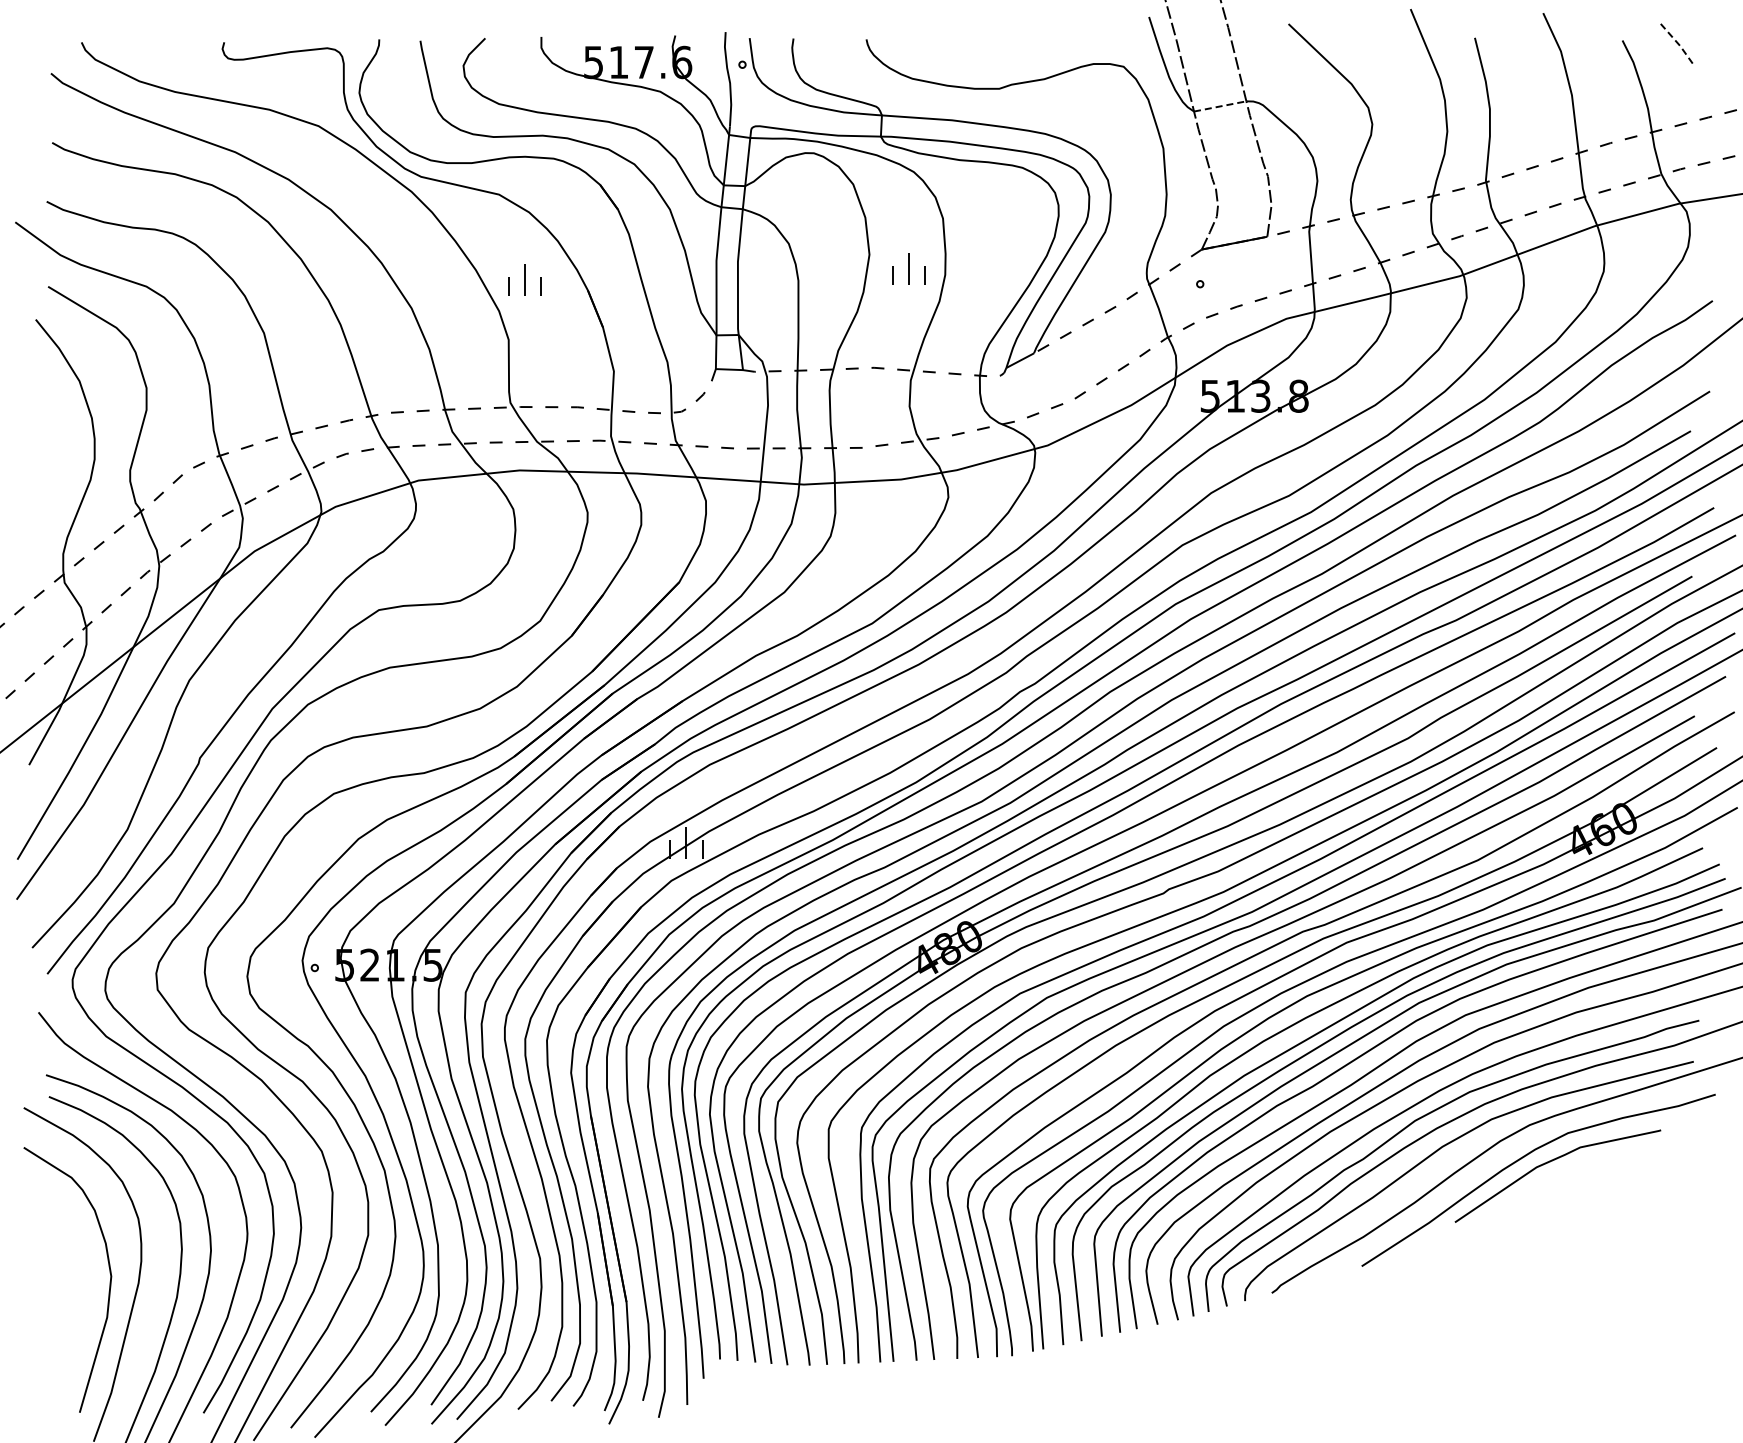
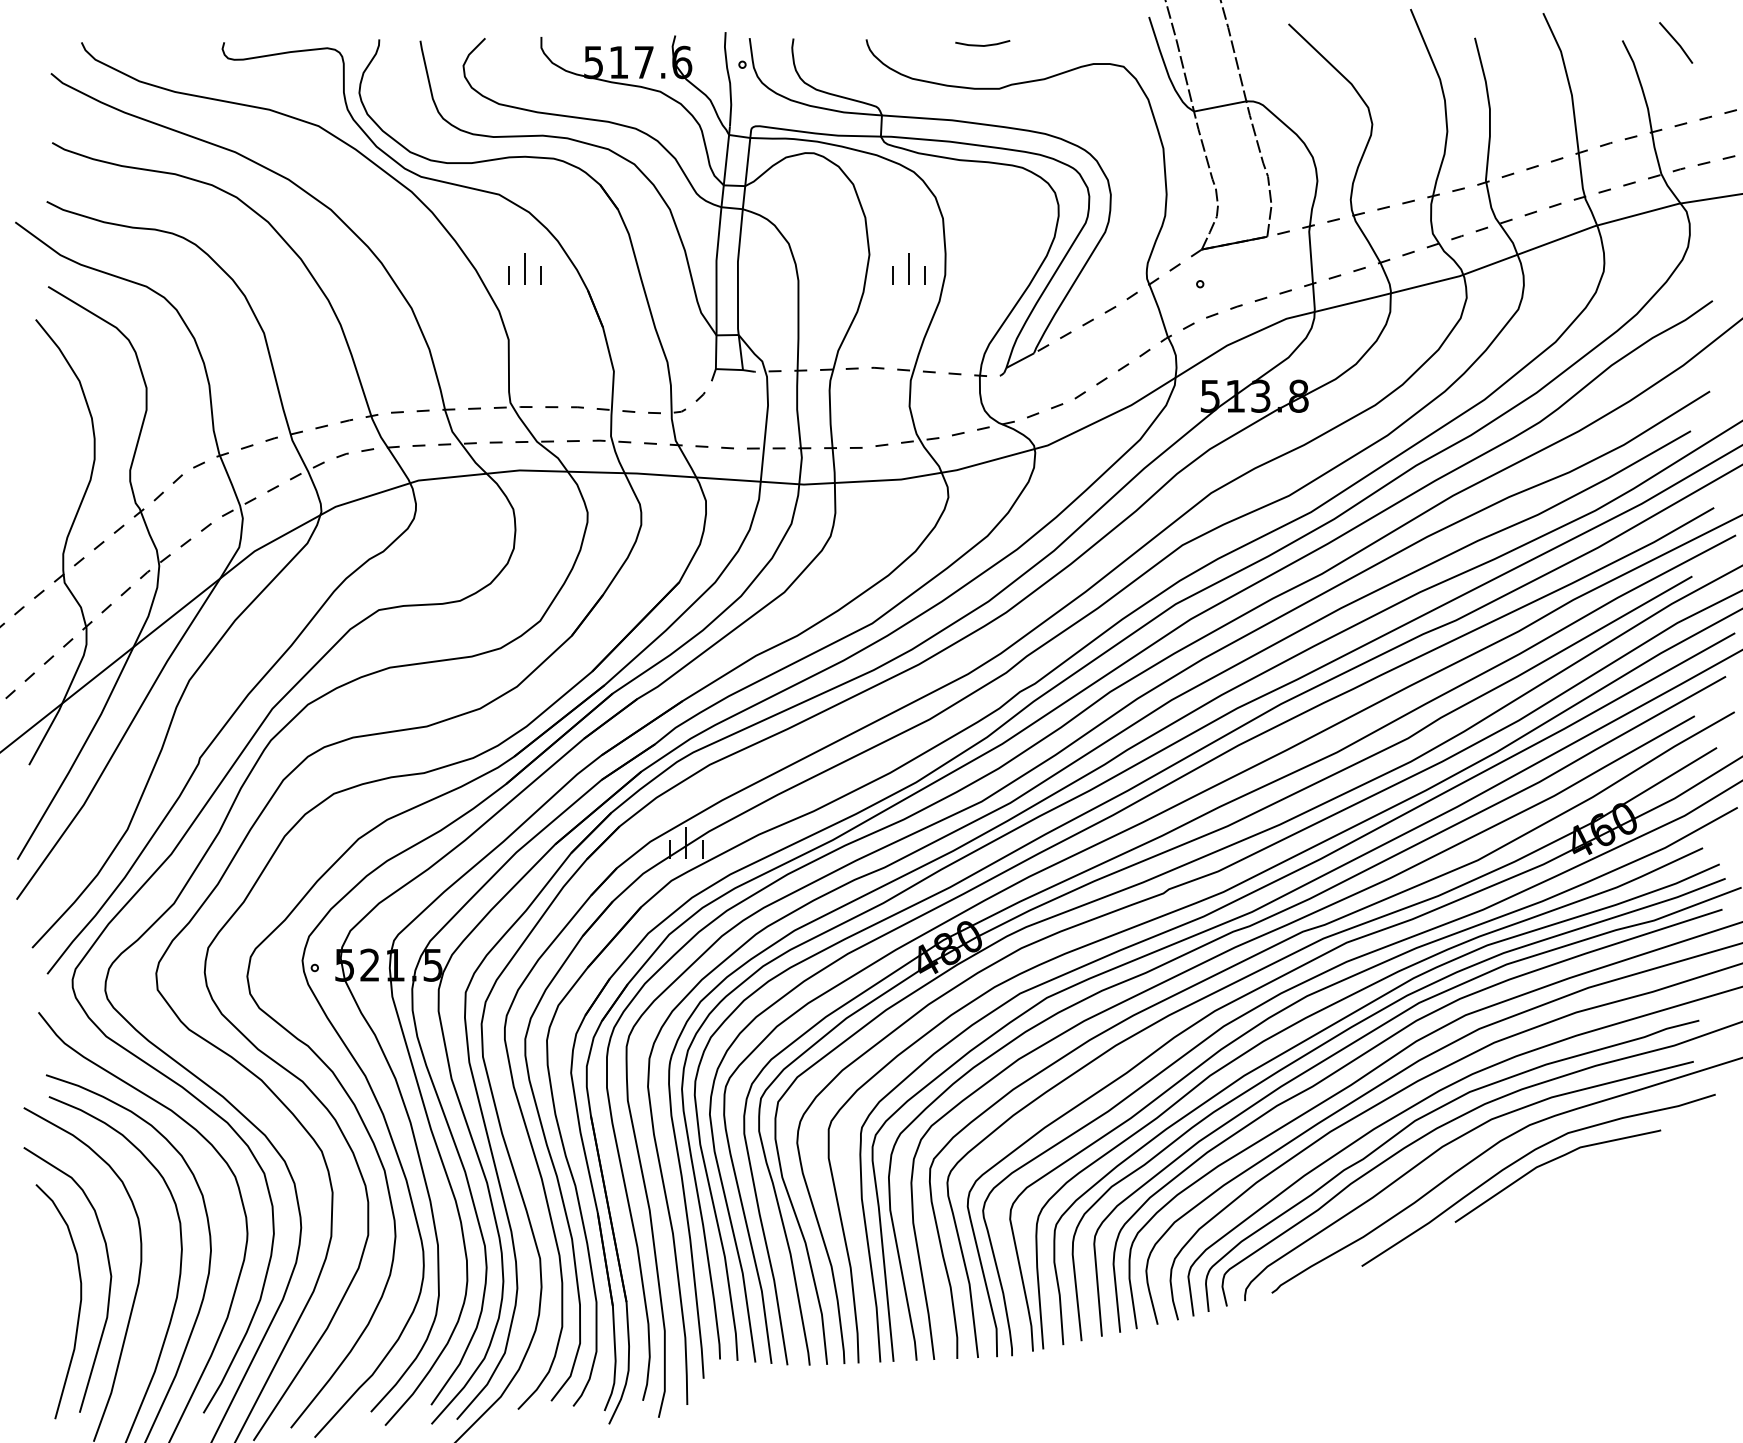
line at (1676, 42): dashed -> solid
line at (982, 45): none -> present
line at (1220, 106): dashed -> solid
part at (524, 279) position: (524, 279) -> (524, 268)
curve at (79, 1302): none -> present
